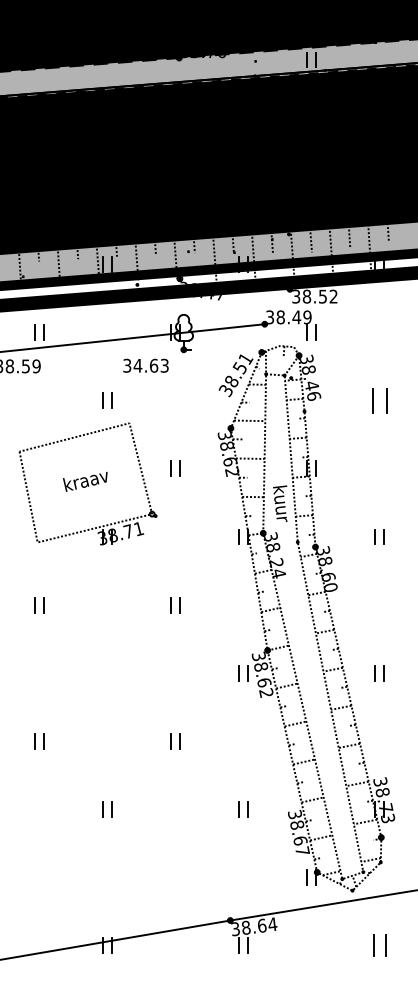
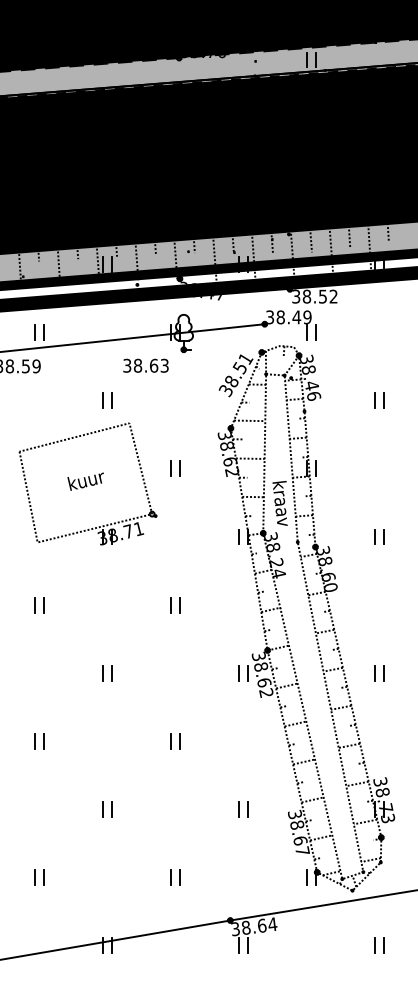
text at (137, 365): 34.63 -> 38.63
part at (379, 400) size: 16x26 px -> 11x17 px
text at (85, 481): kraav -> kuur
text at (279, 502): kuur -> kraav
part at (107, 673): none -> present
part at (39, 877): none -> present
part at (175, 877): none -> present
part at (379, 945) size: 14x23 px -> 11x17 px
